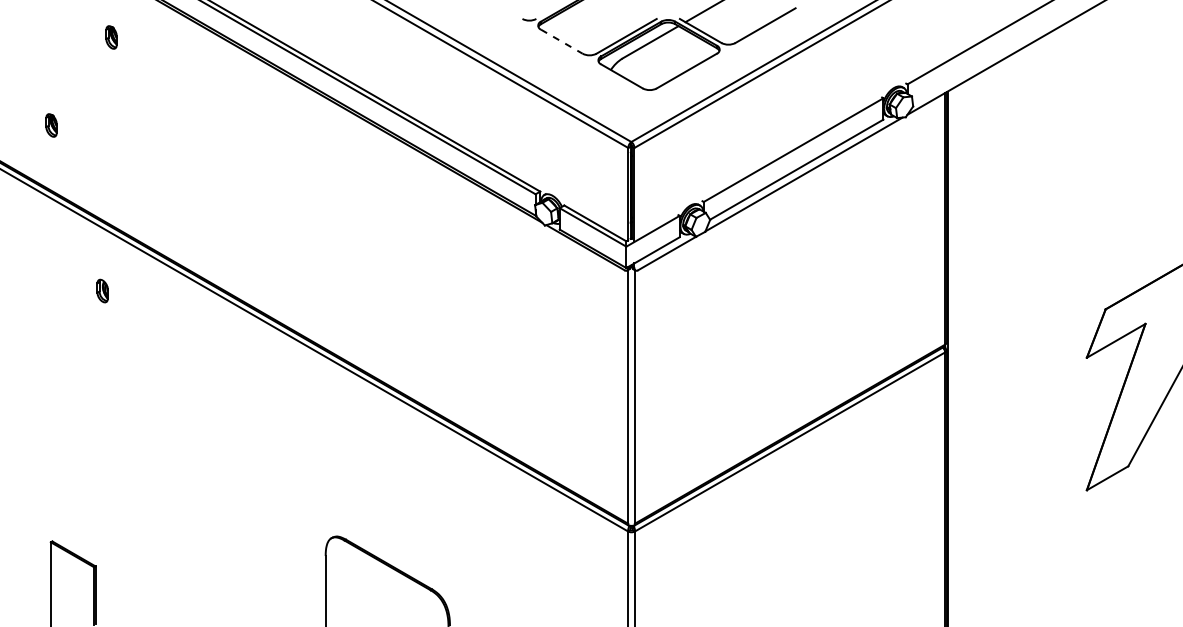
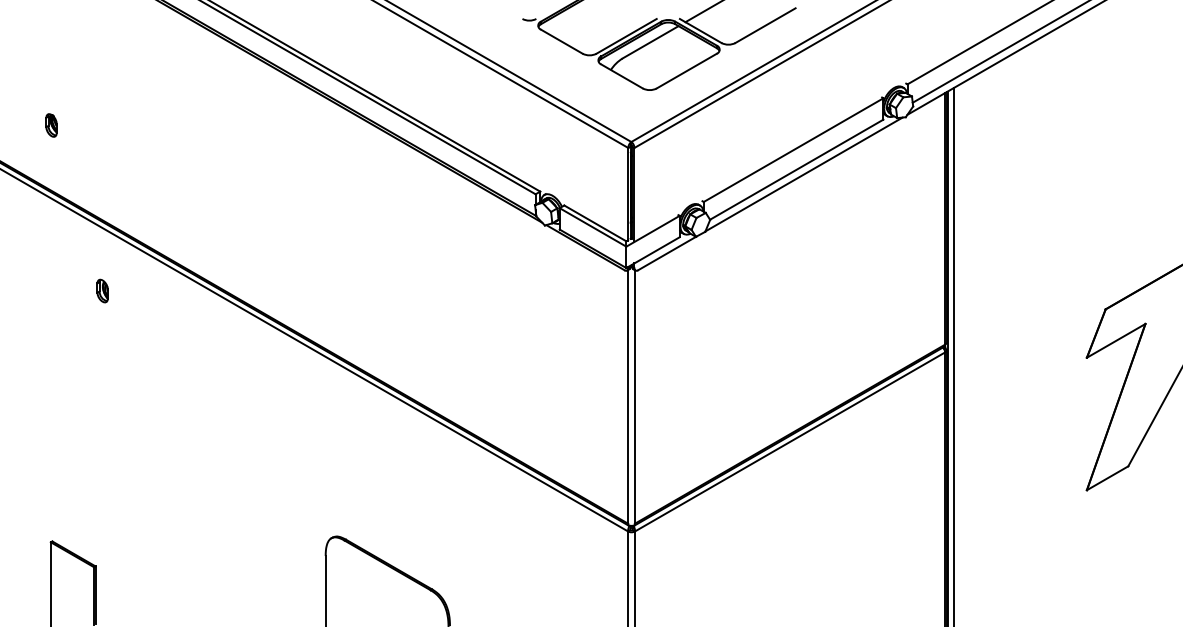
part at (111, 37): present -> none
line at (562, 41): dashed -> solid
line at (999, 52): none -> present
line at (954, 355): none -> present
